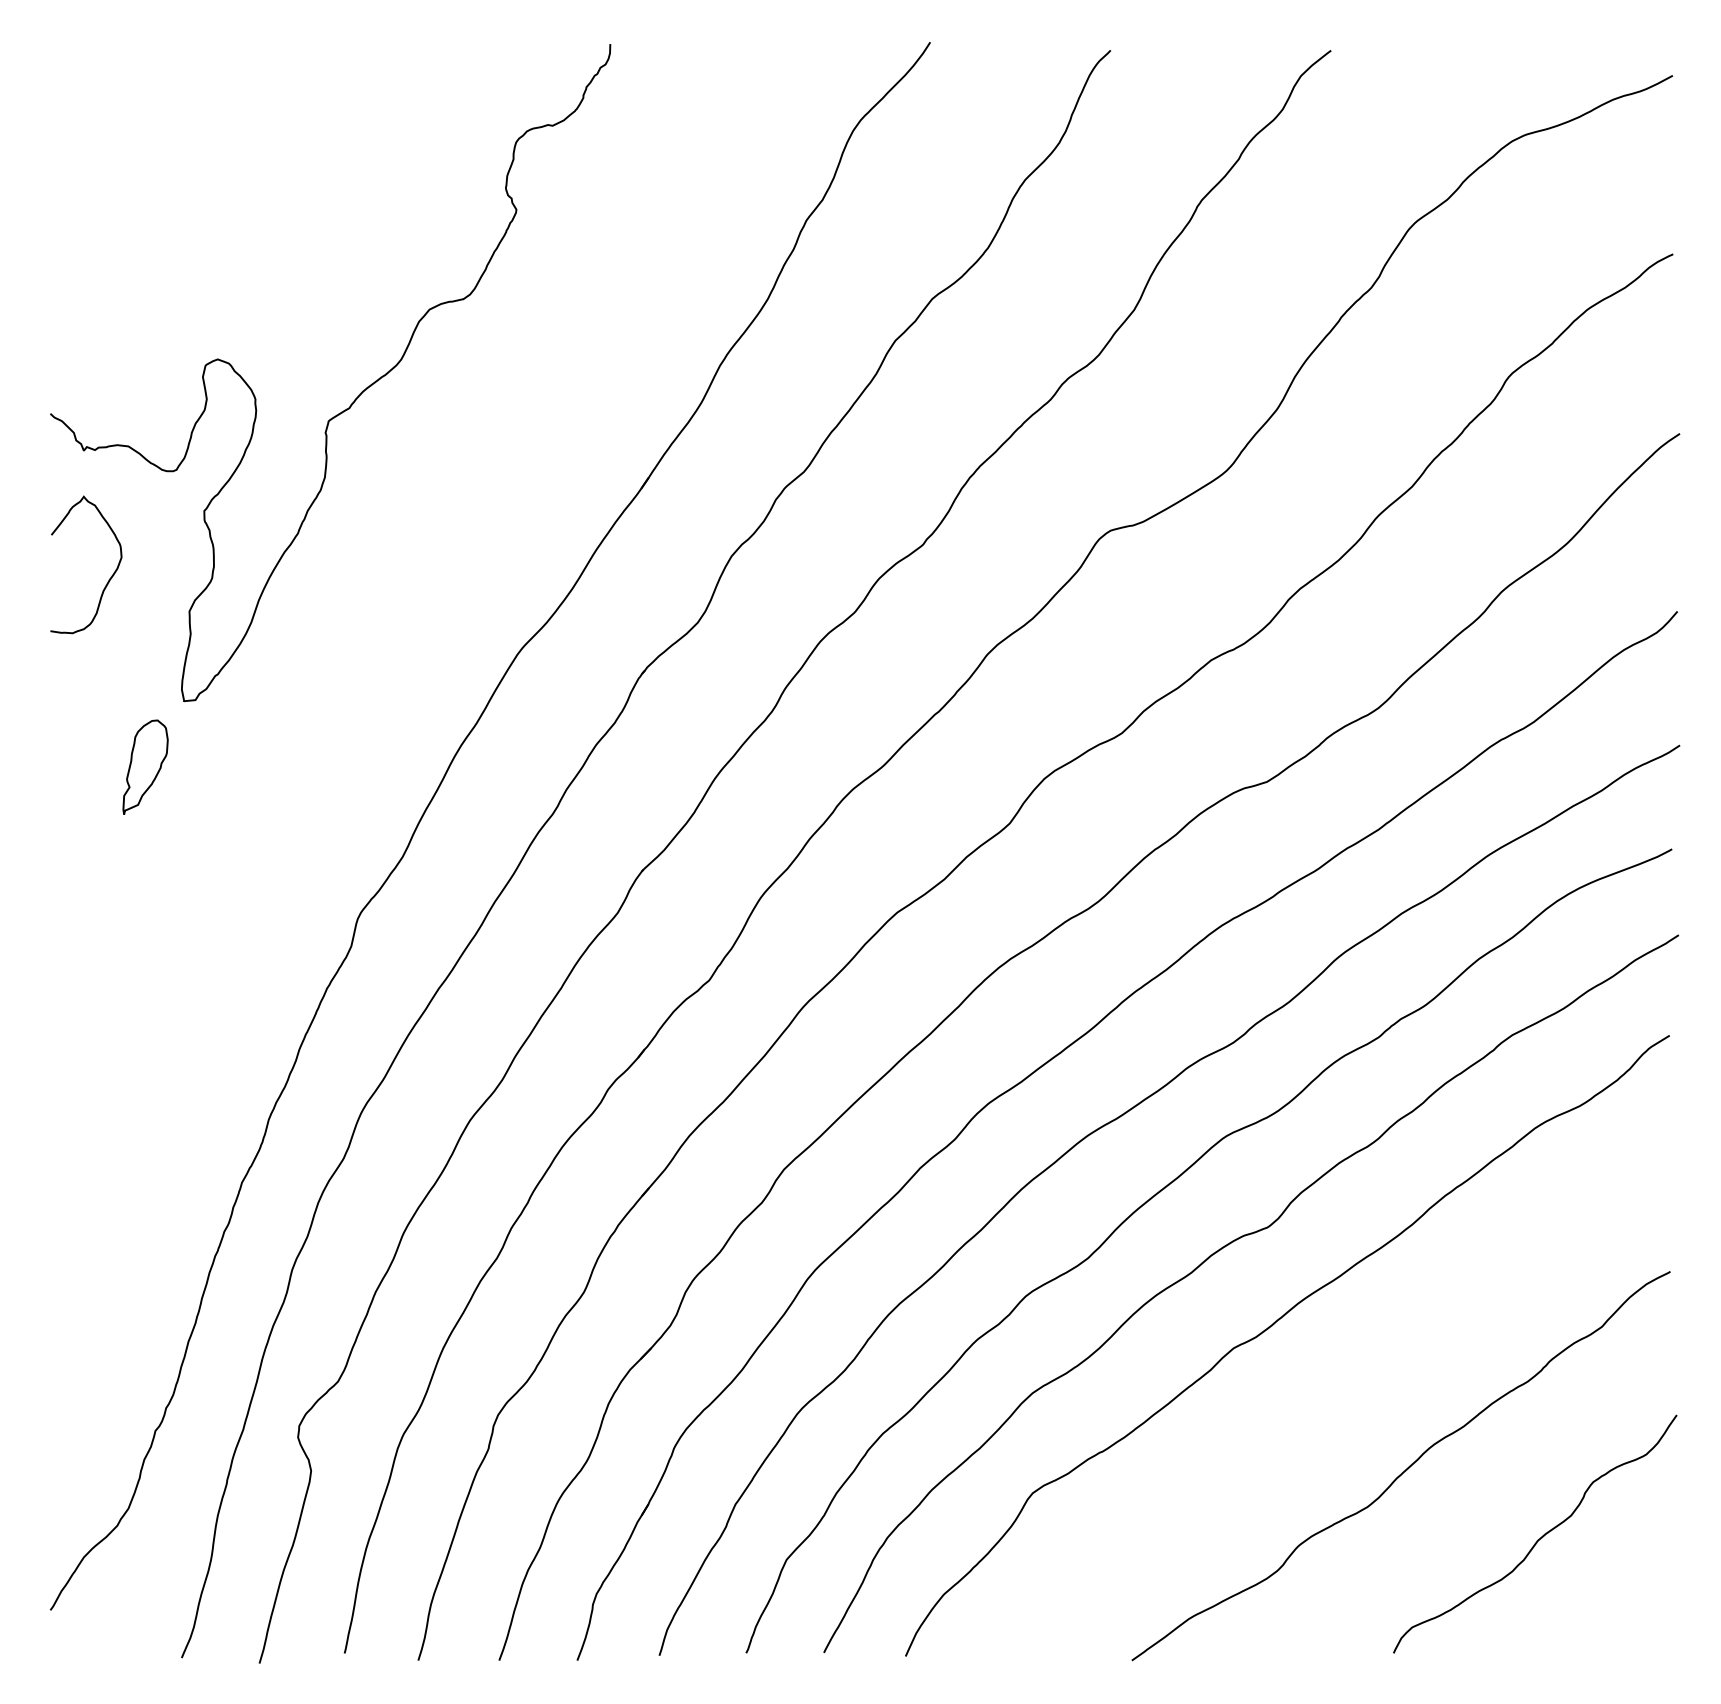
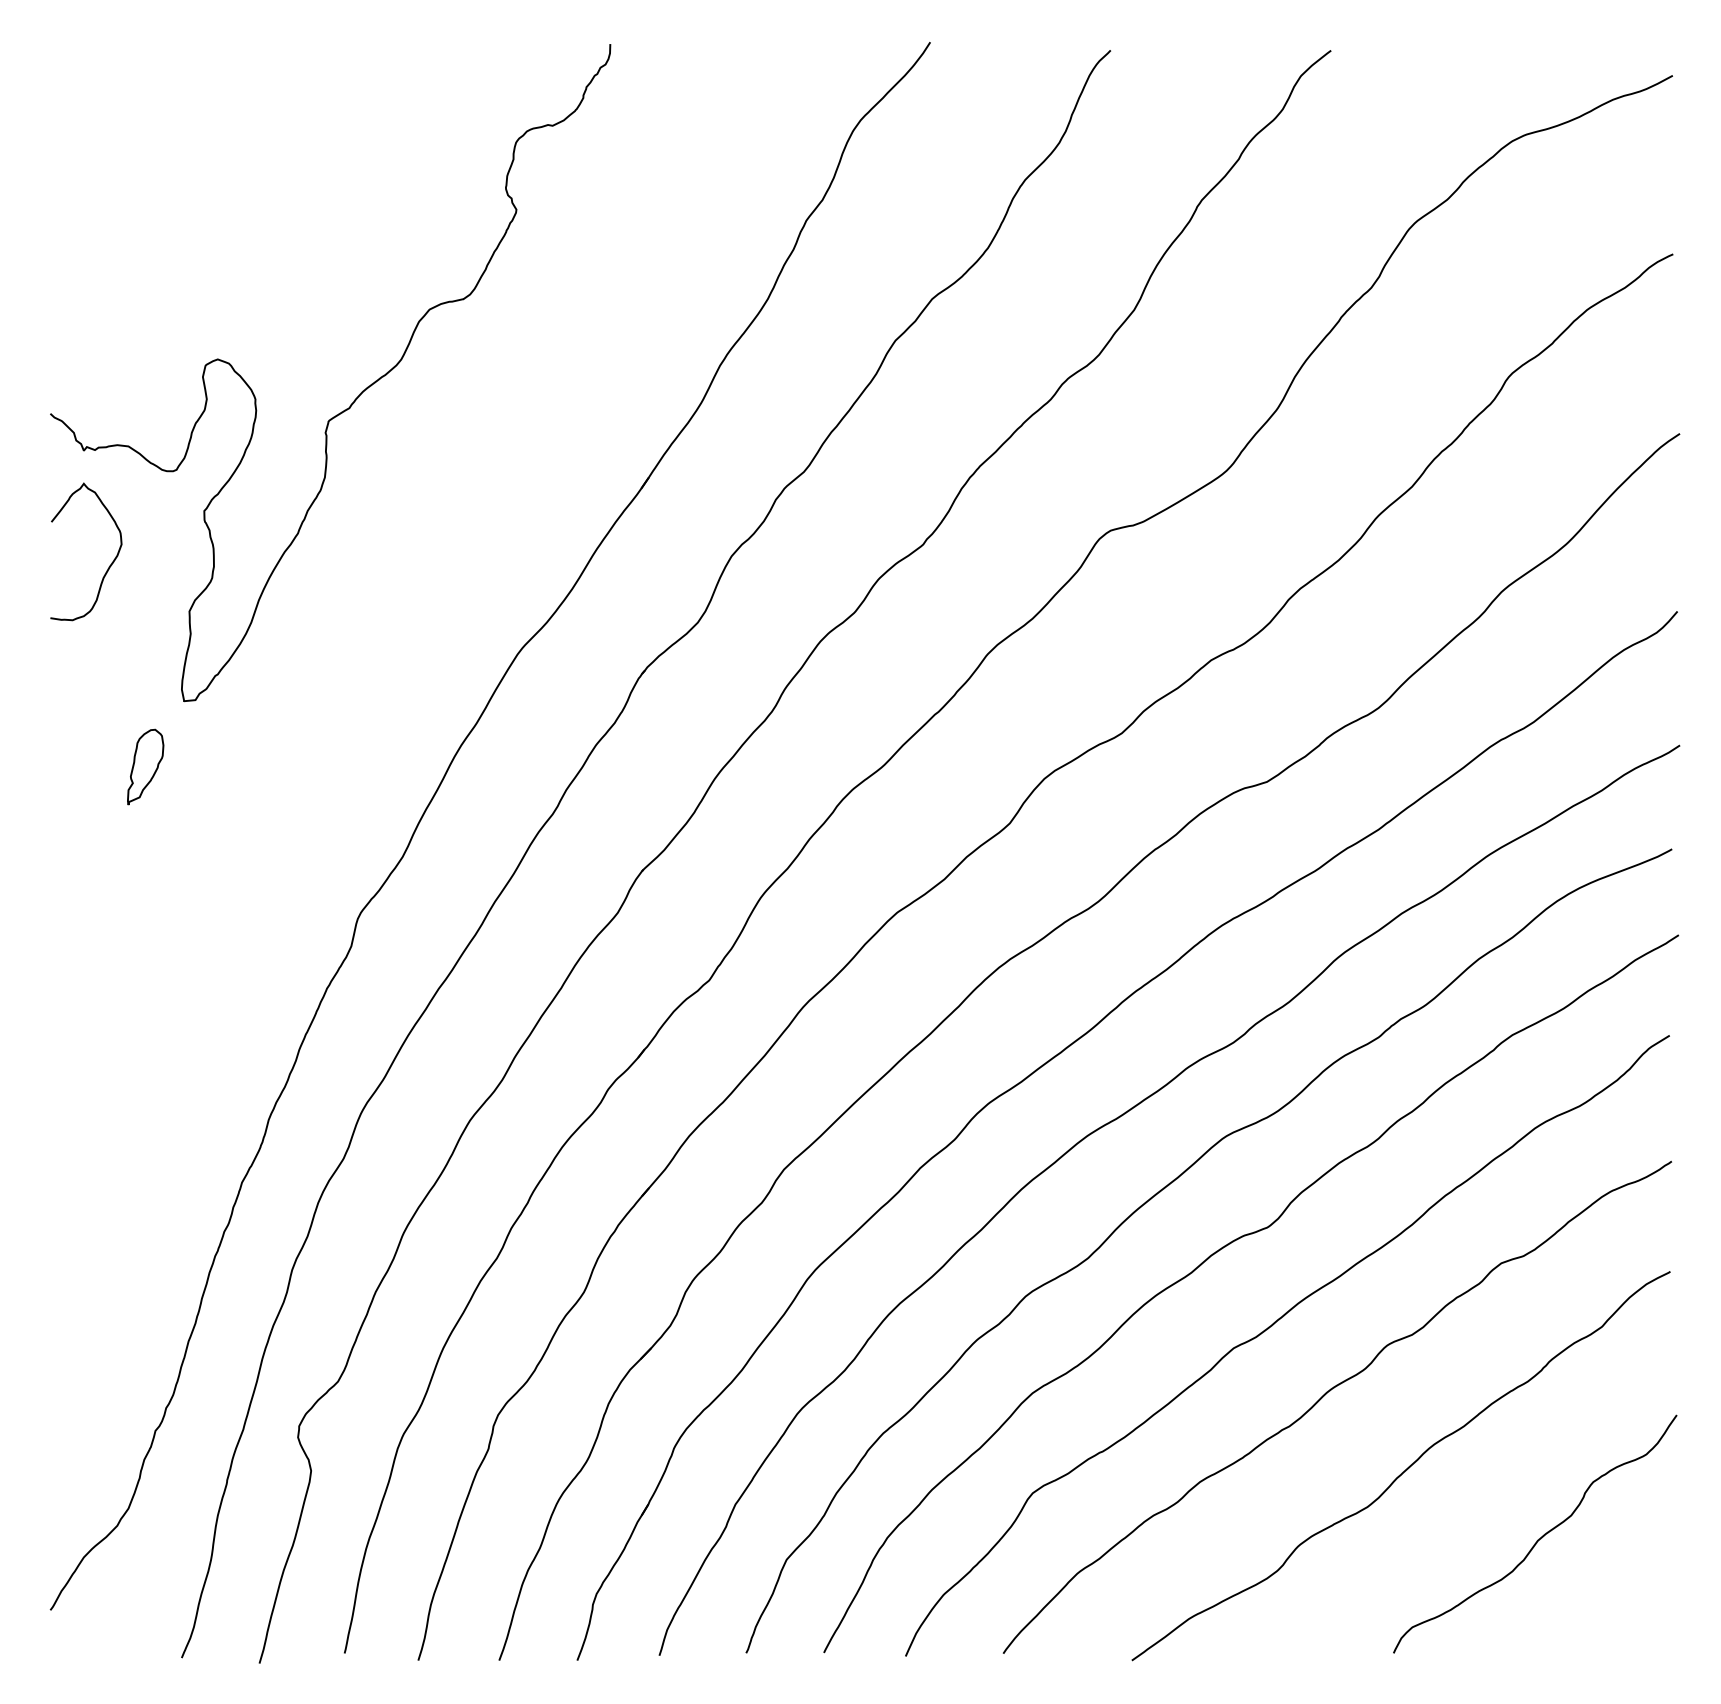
curve at (109, 578) position: (109, 578) -> (109, 565)
part at (145, 766) size: 47x96 px -> 38x78 px
curve at (1325, 1395): none -> present
